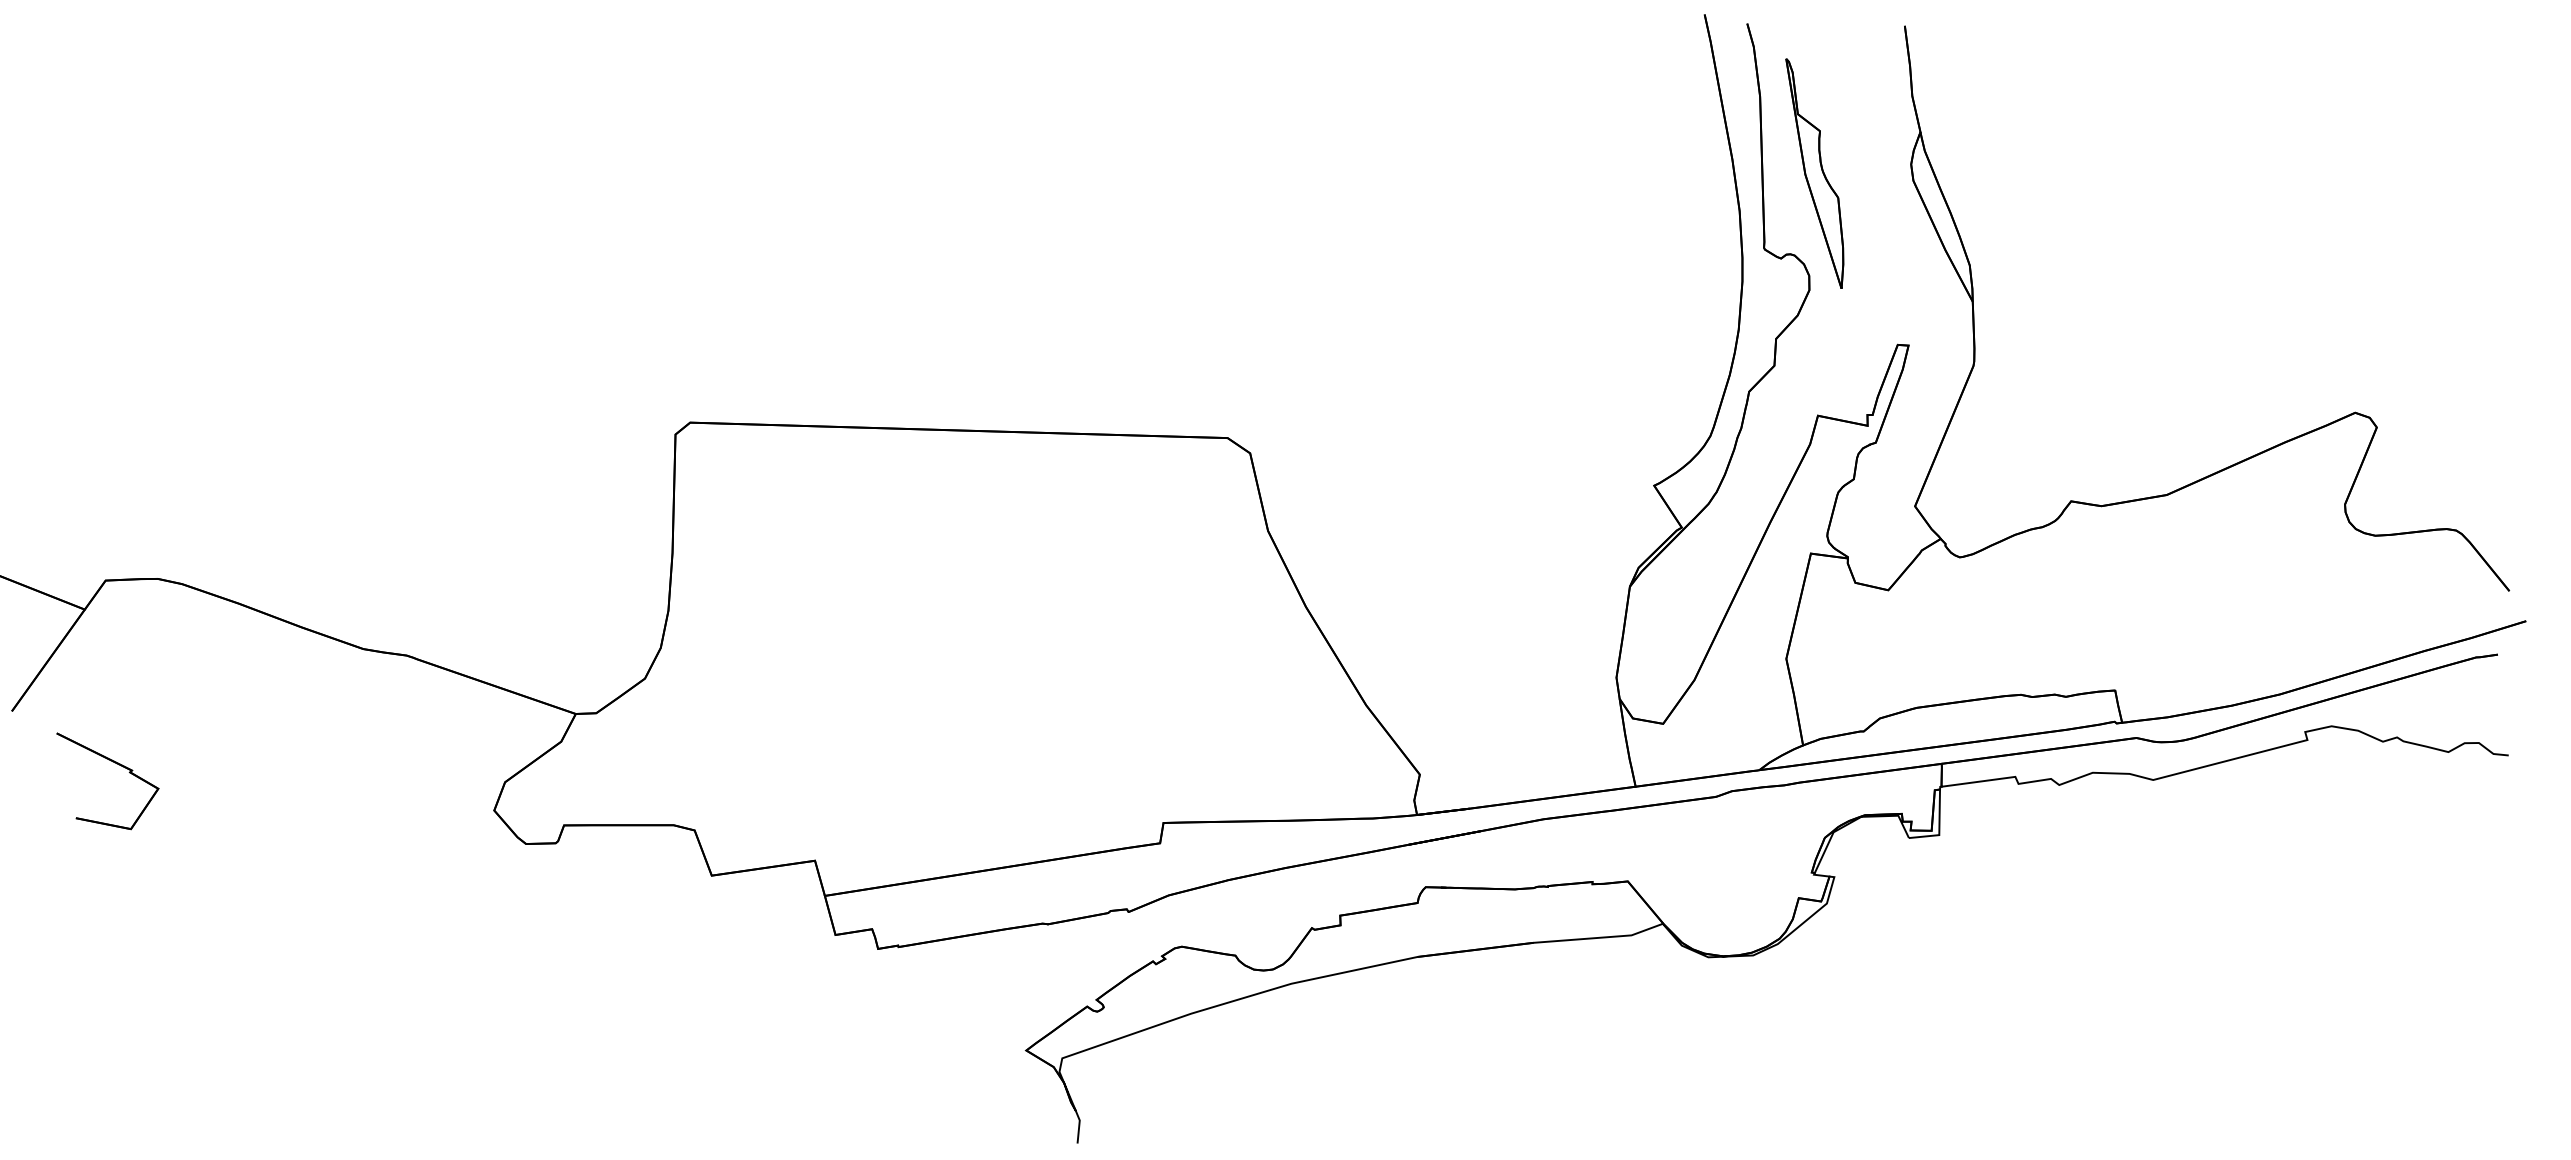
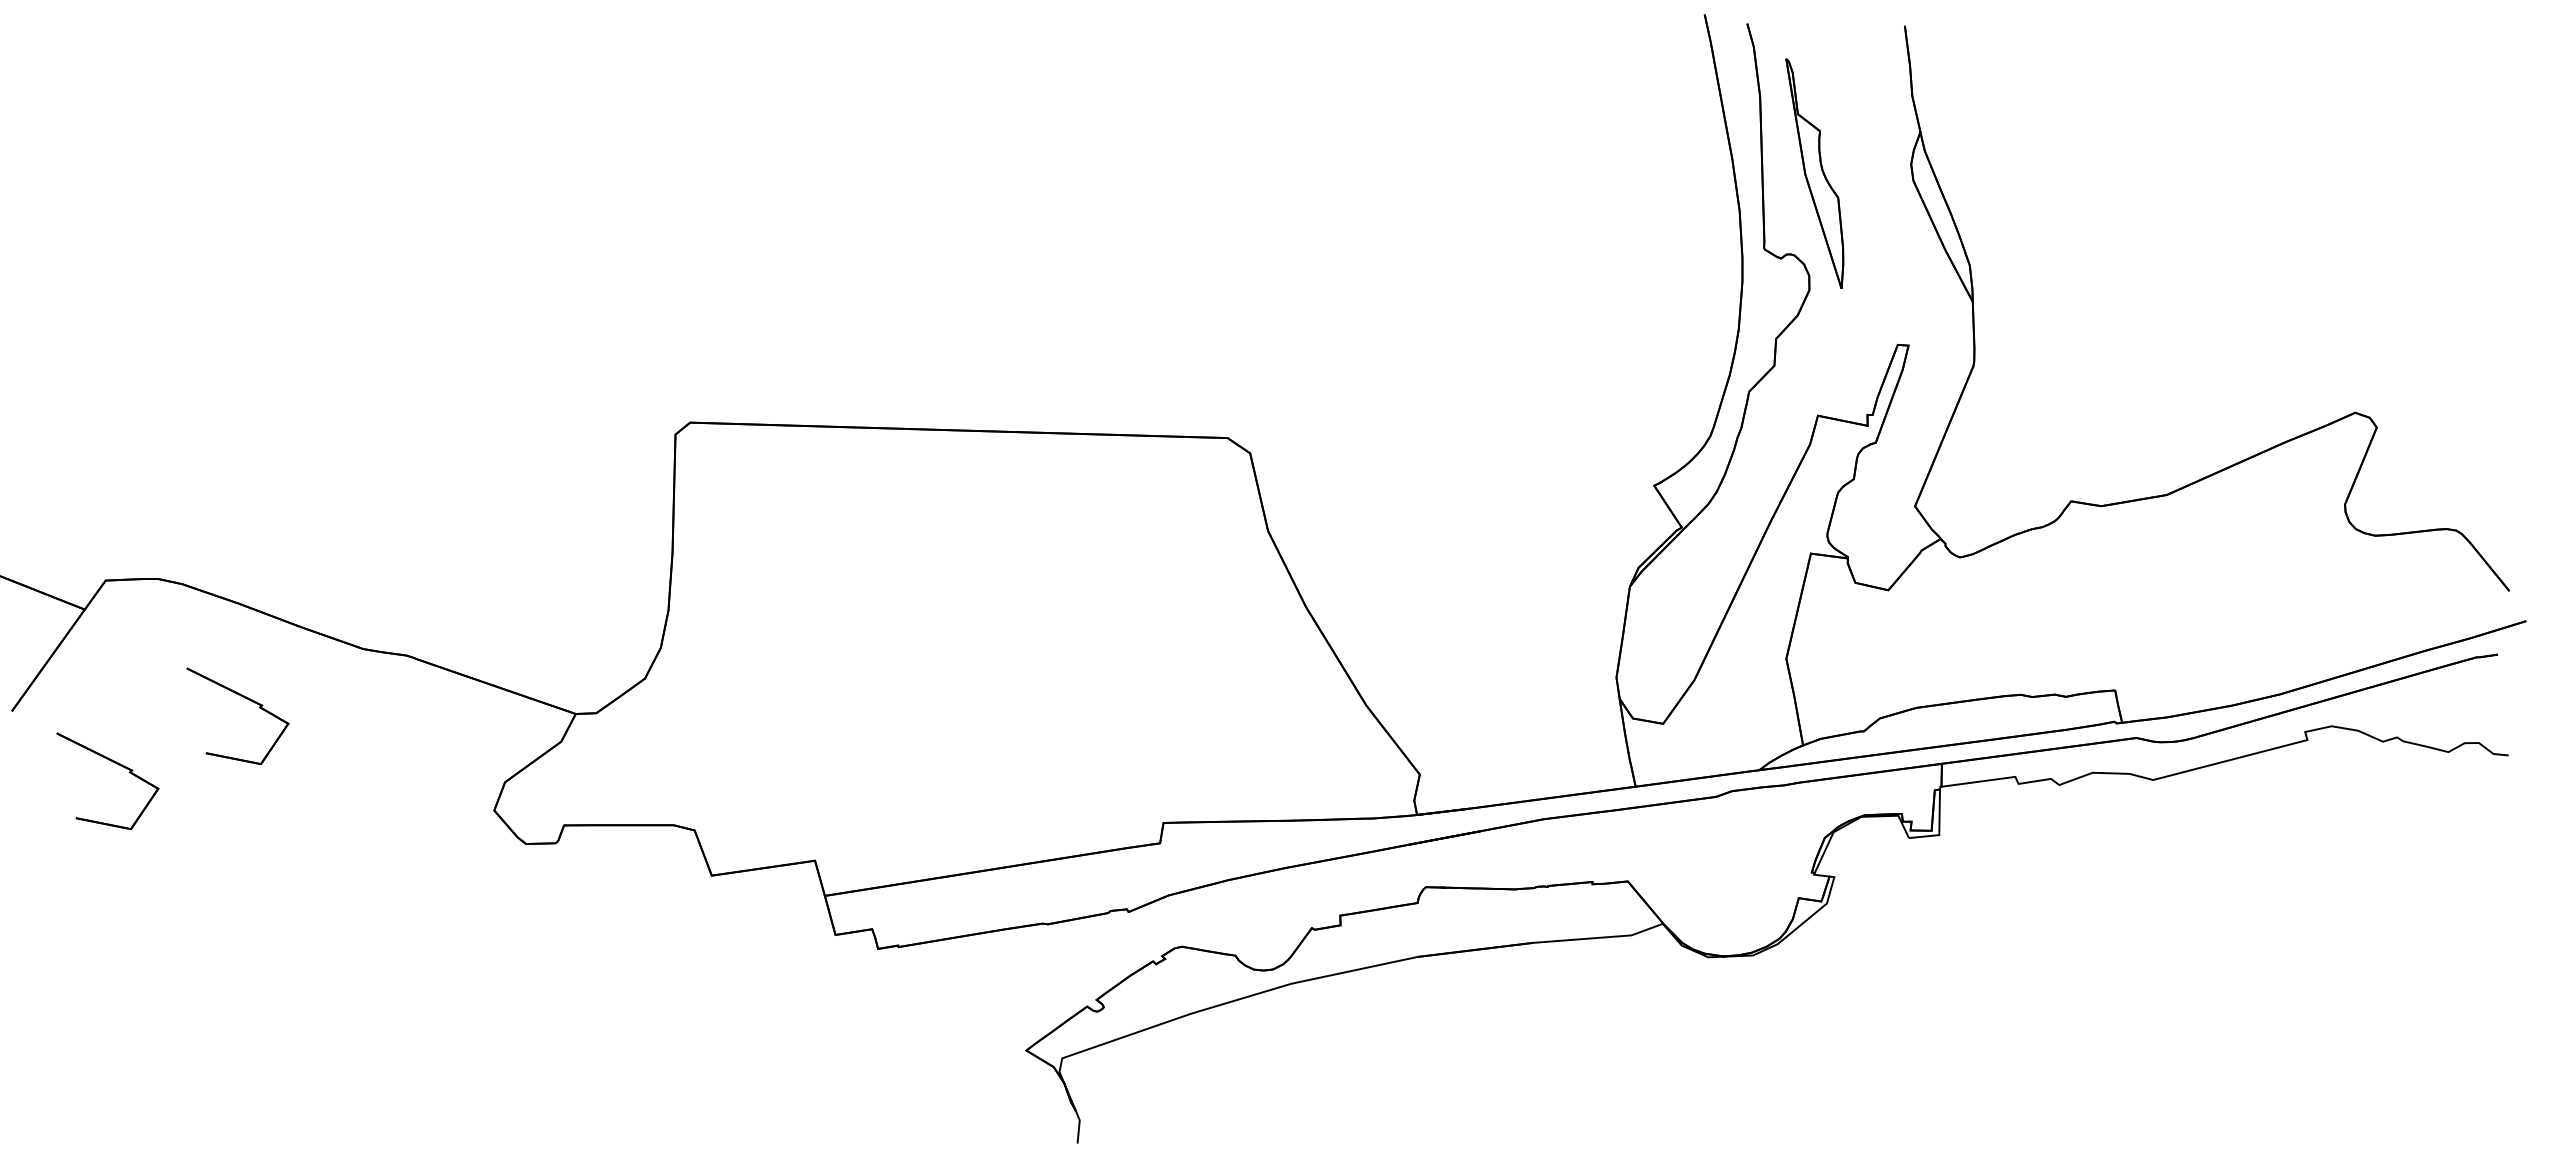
part at (242, 697): none -> present
